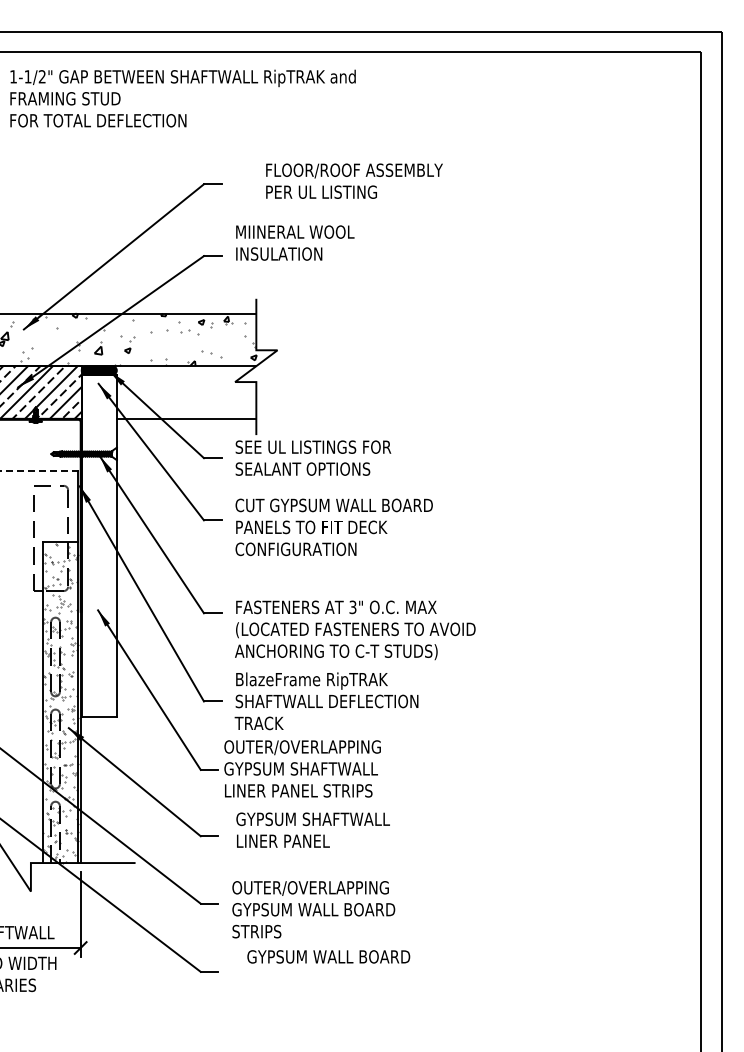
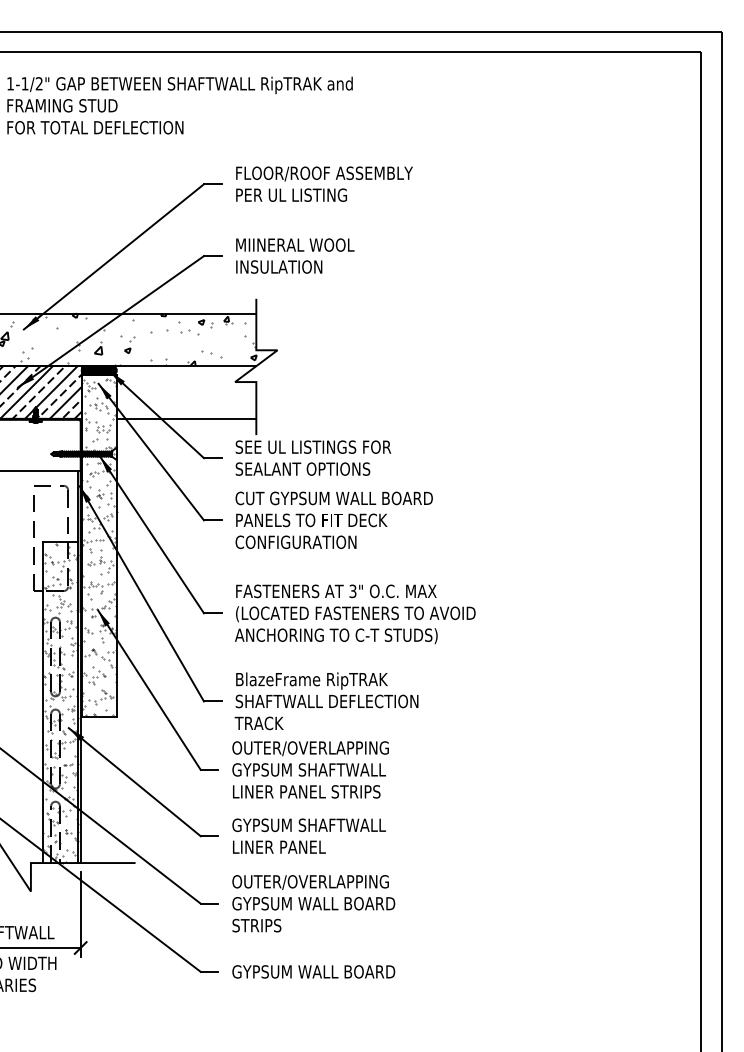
text at (182, 98) position: (182, 98) -> (179, 105)
text at (354, 180) position: (354, 180) -> (324, 183)
text at (295, 242) position: (295, 242) -> (295, 255)
line at (40, 471): dashed -> solid
text at (333, 527) position: (333, 527) -> (333, 520)
hatch at (98, 547): none -> present
text at (355, 630) position: (355, 630) -> (355, 614)
text at (302, 768) position: (302, 768) -> (310, 769)
text at (312, 829) position: (312, 829) -> (308, 835)
text at (313, 909) position: (313, 909) -> (313, 903)
text at (328, 956) position: (328, 956) -> (313, 971)
